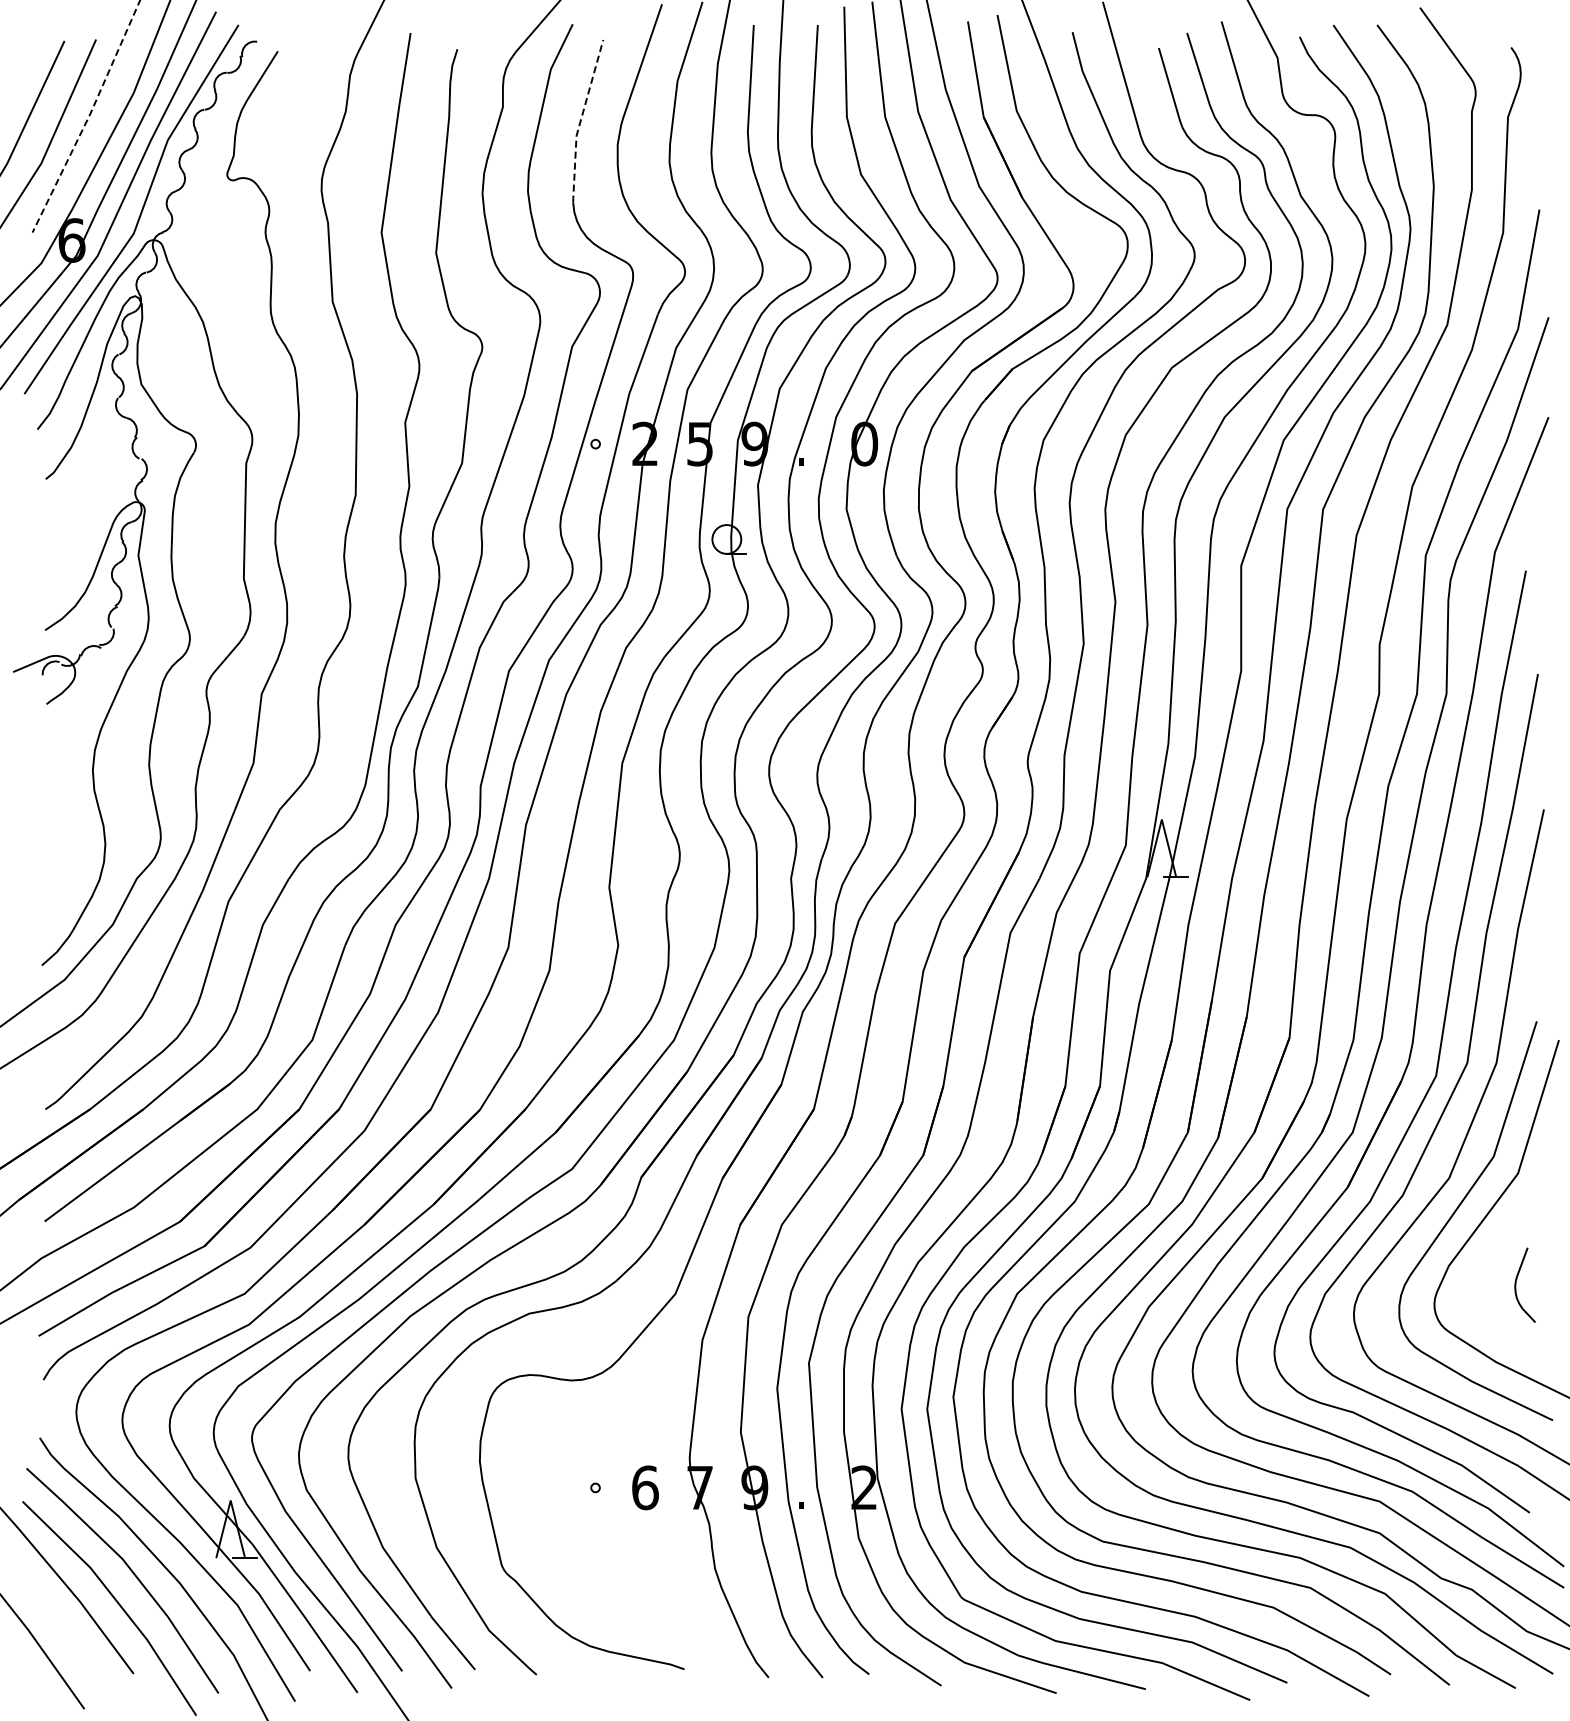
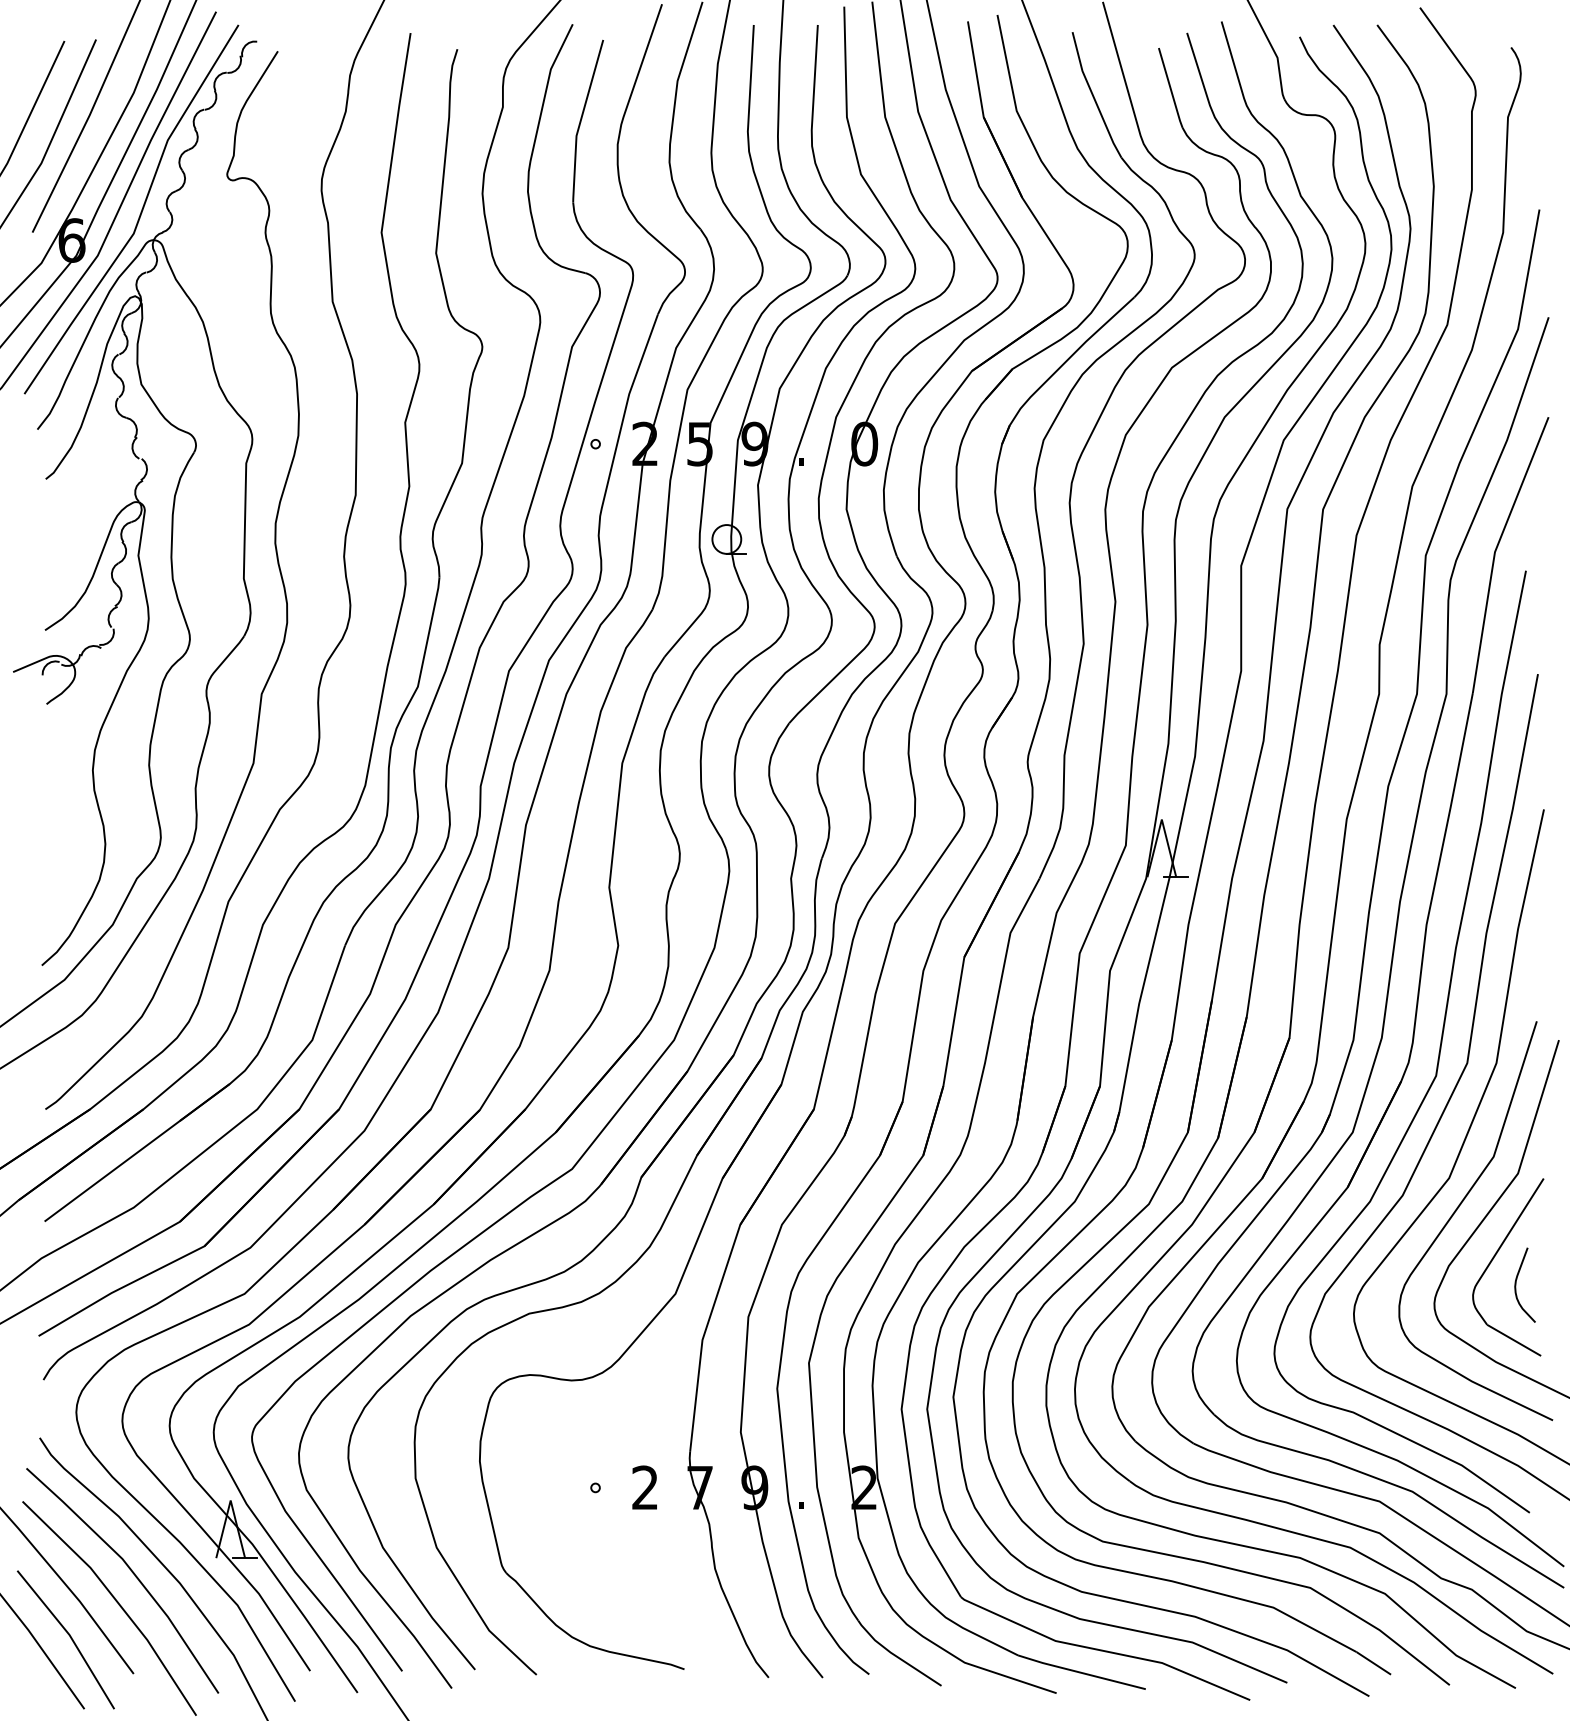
line at (88, 117): dashed -> solid
line at (580, 121): dashed -> solid
part at (1494, 1258): none -> present
text at (645, 1487): 6 -> 2
line at (68, 1635): none -> present
